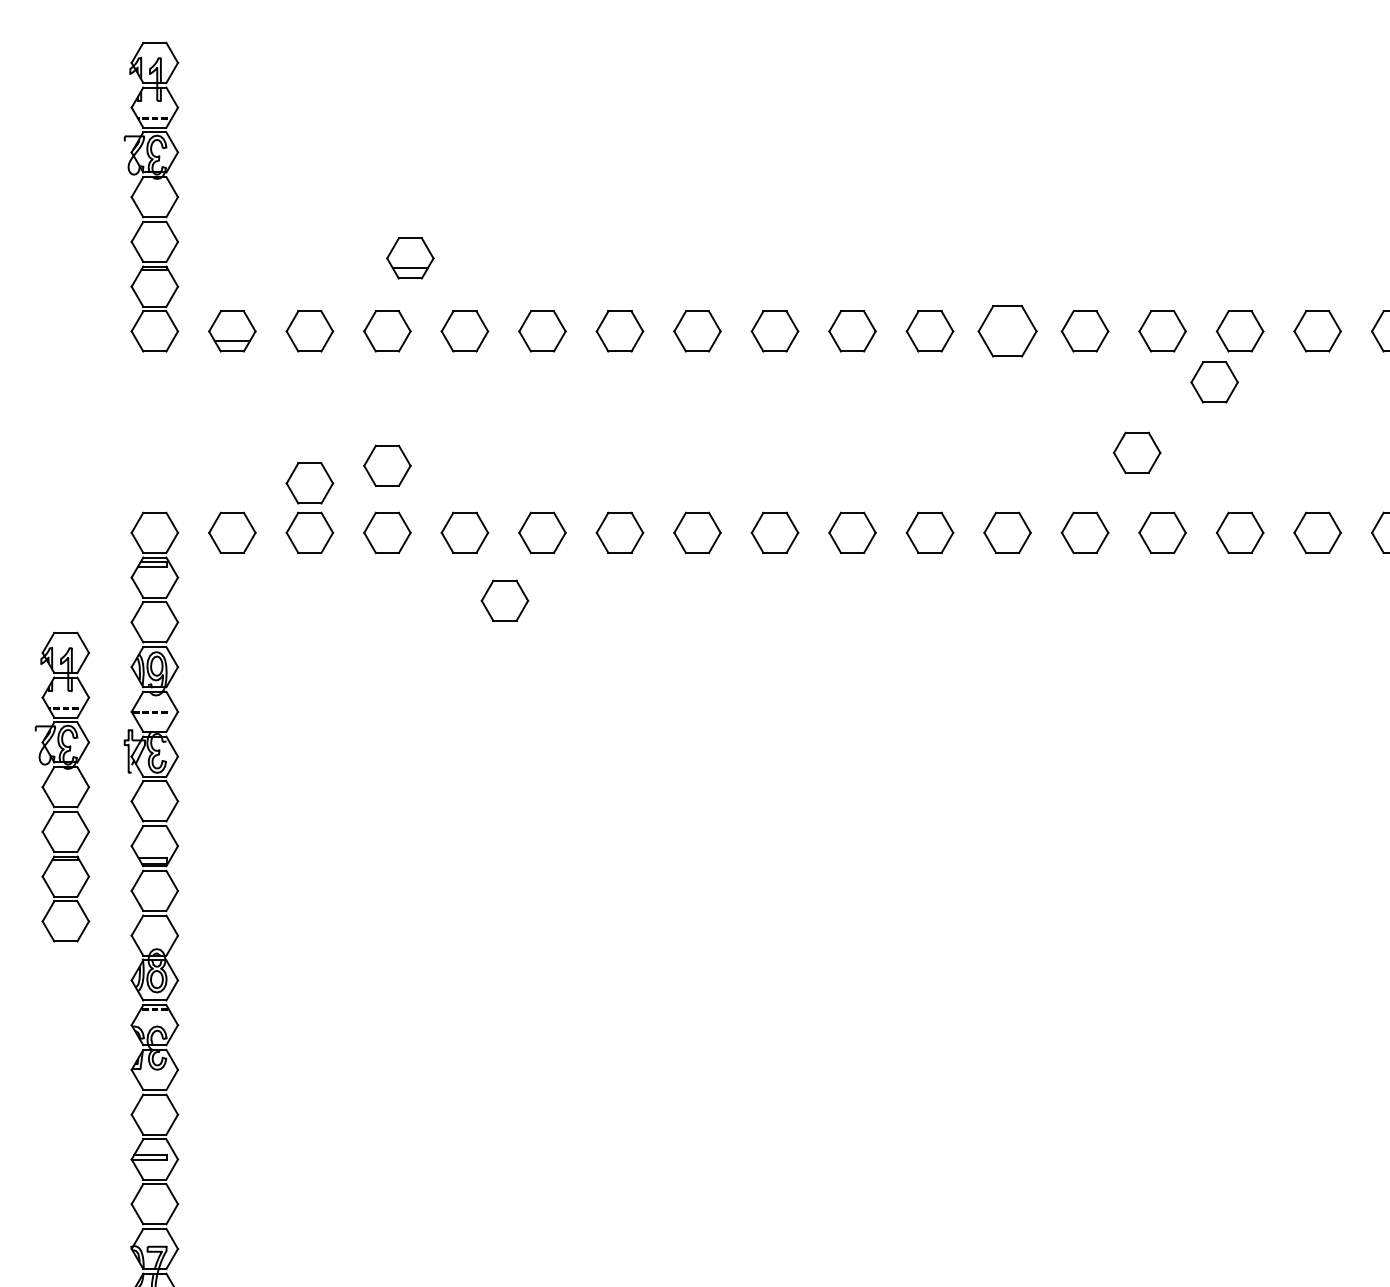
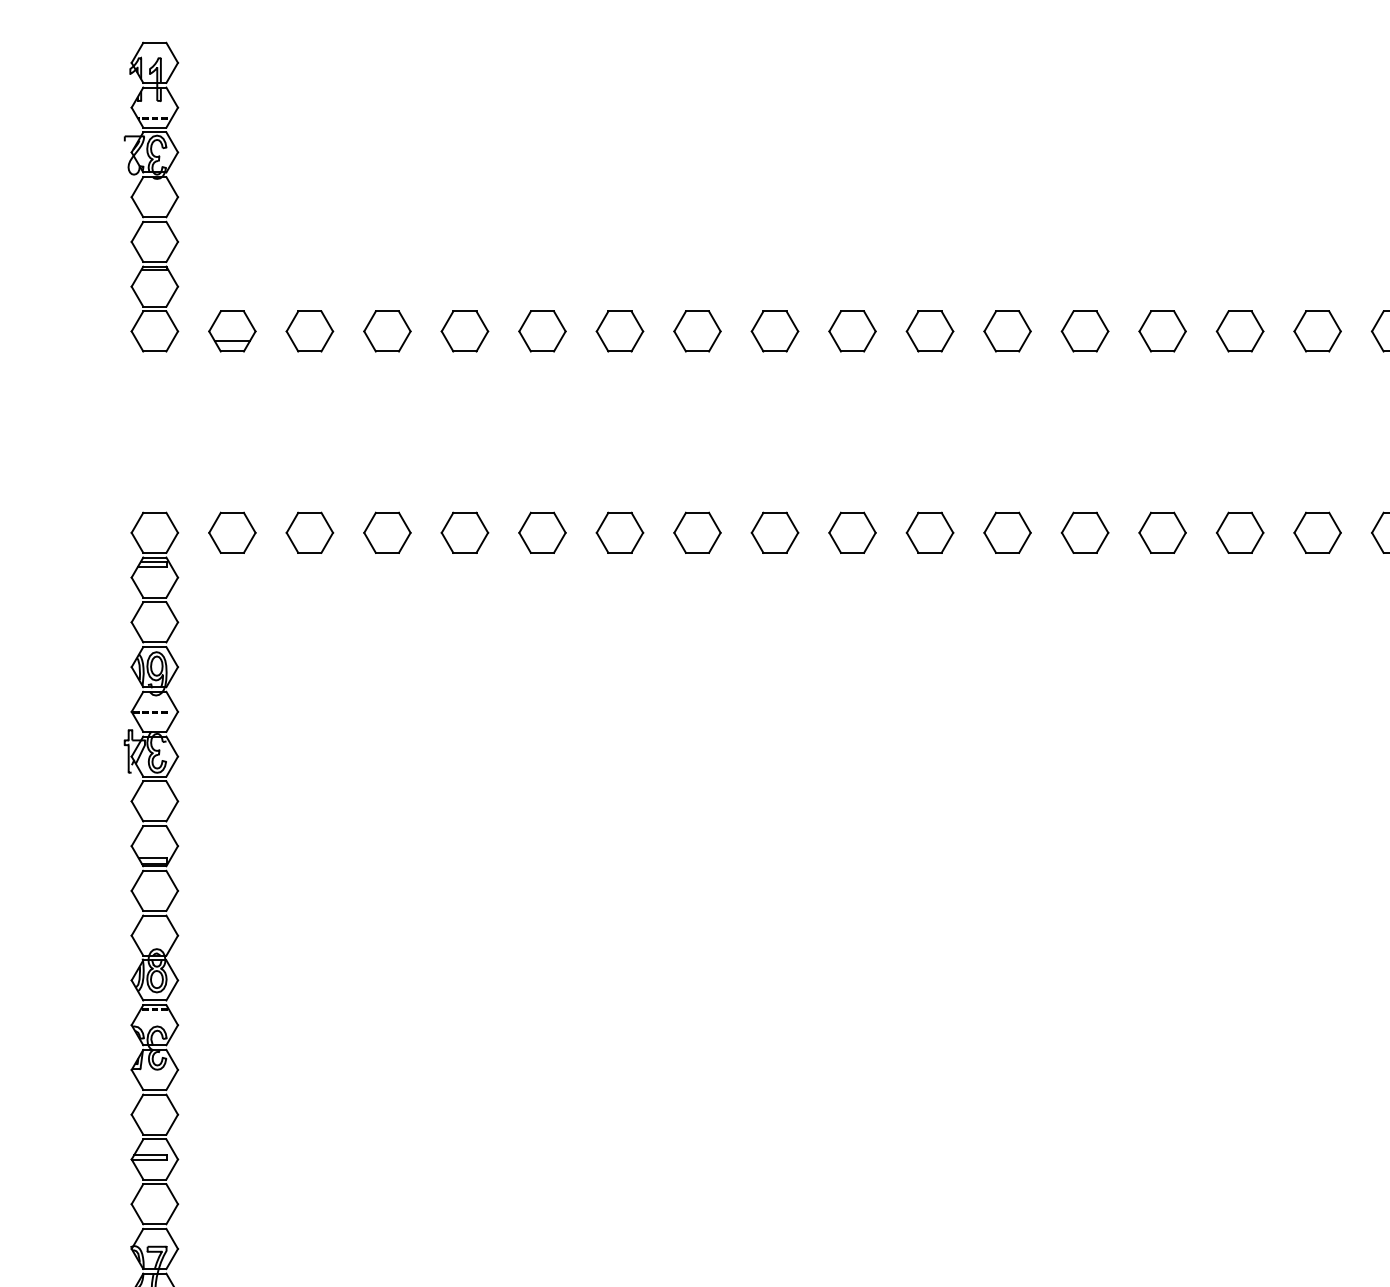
part at (410, 258): present -> none
part at (1007, 331) size: 61x53 px -> 49x43 px
part at (1214, 382): present -> none
part at (1137, 452): present -> none
part at (387, 465): present -> none
part at (309, 483): present -> none
part at (504, 600): present -> none
part at (62, 786): present -> none
